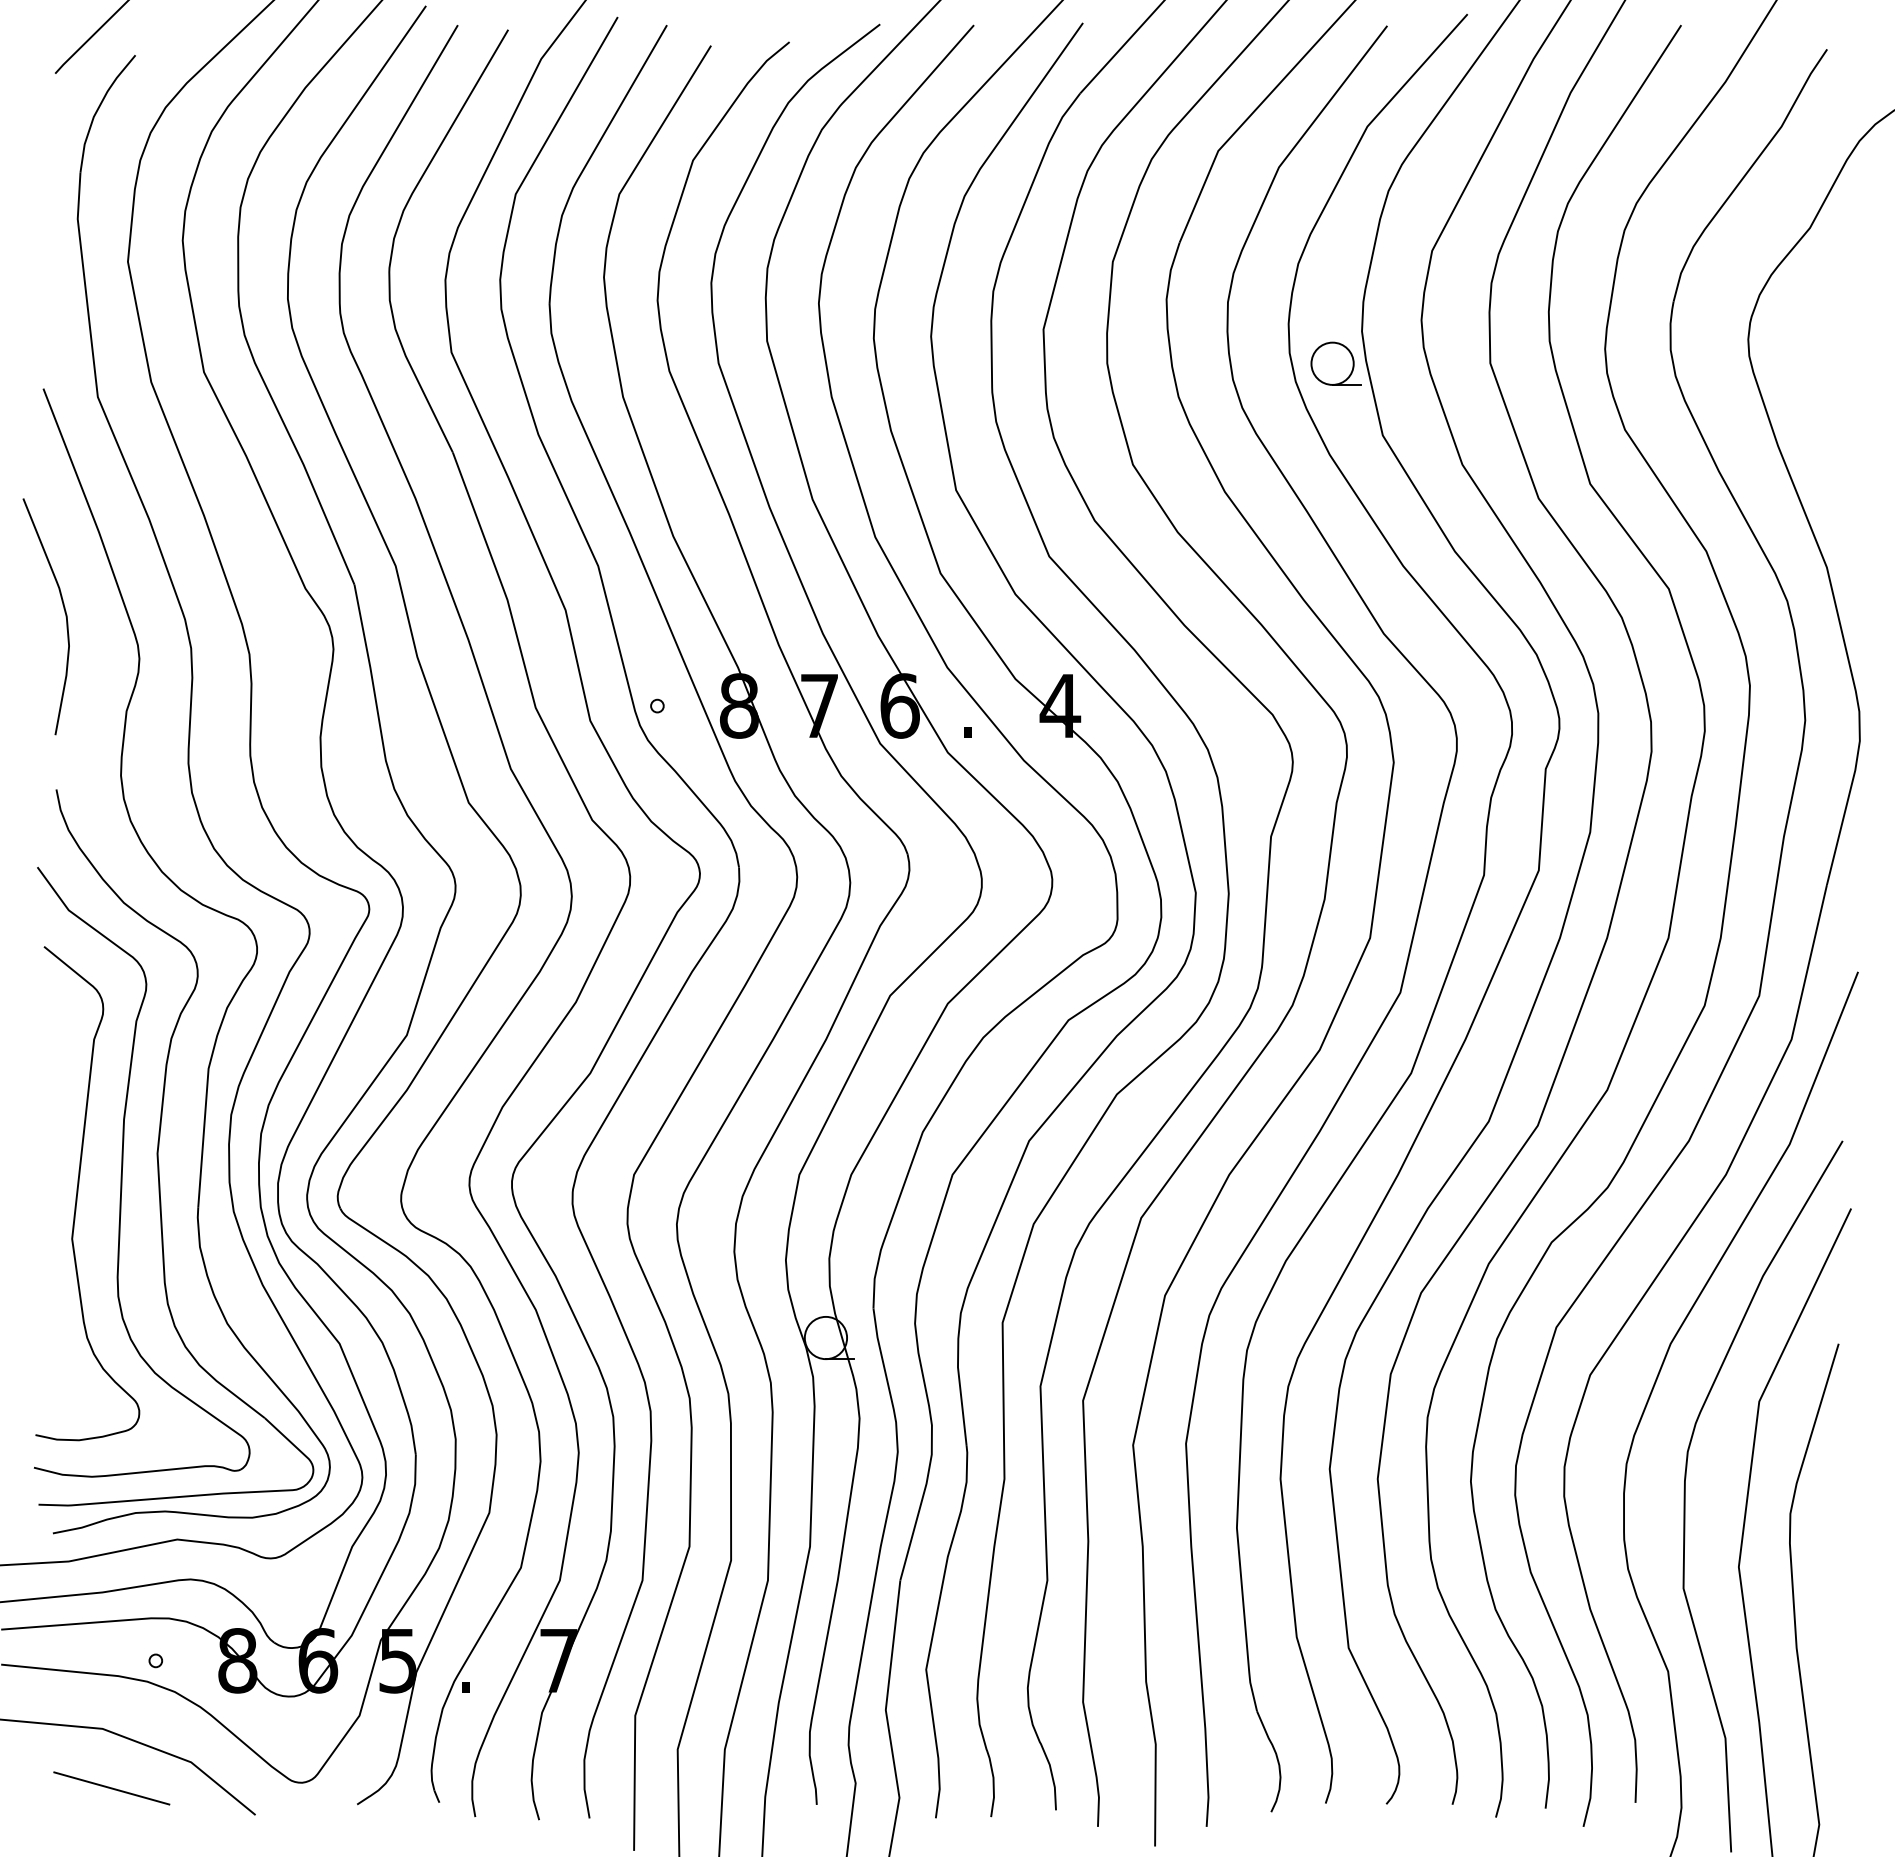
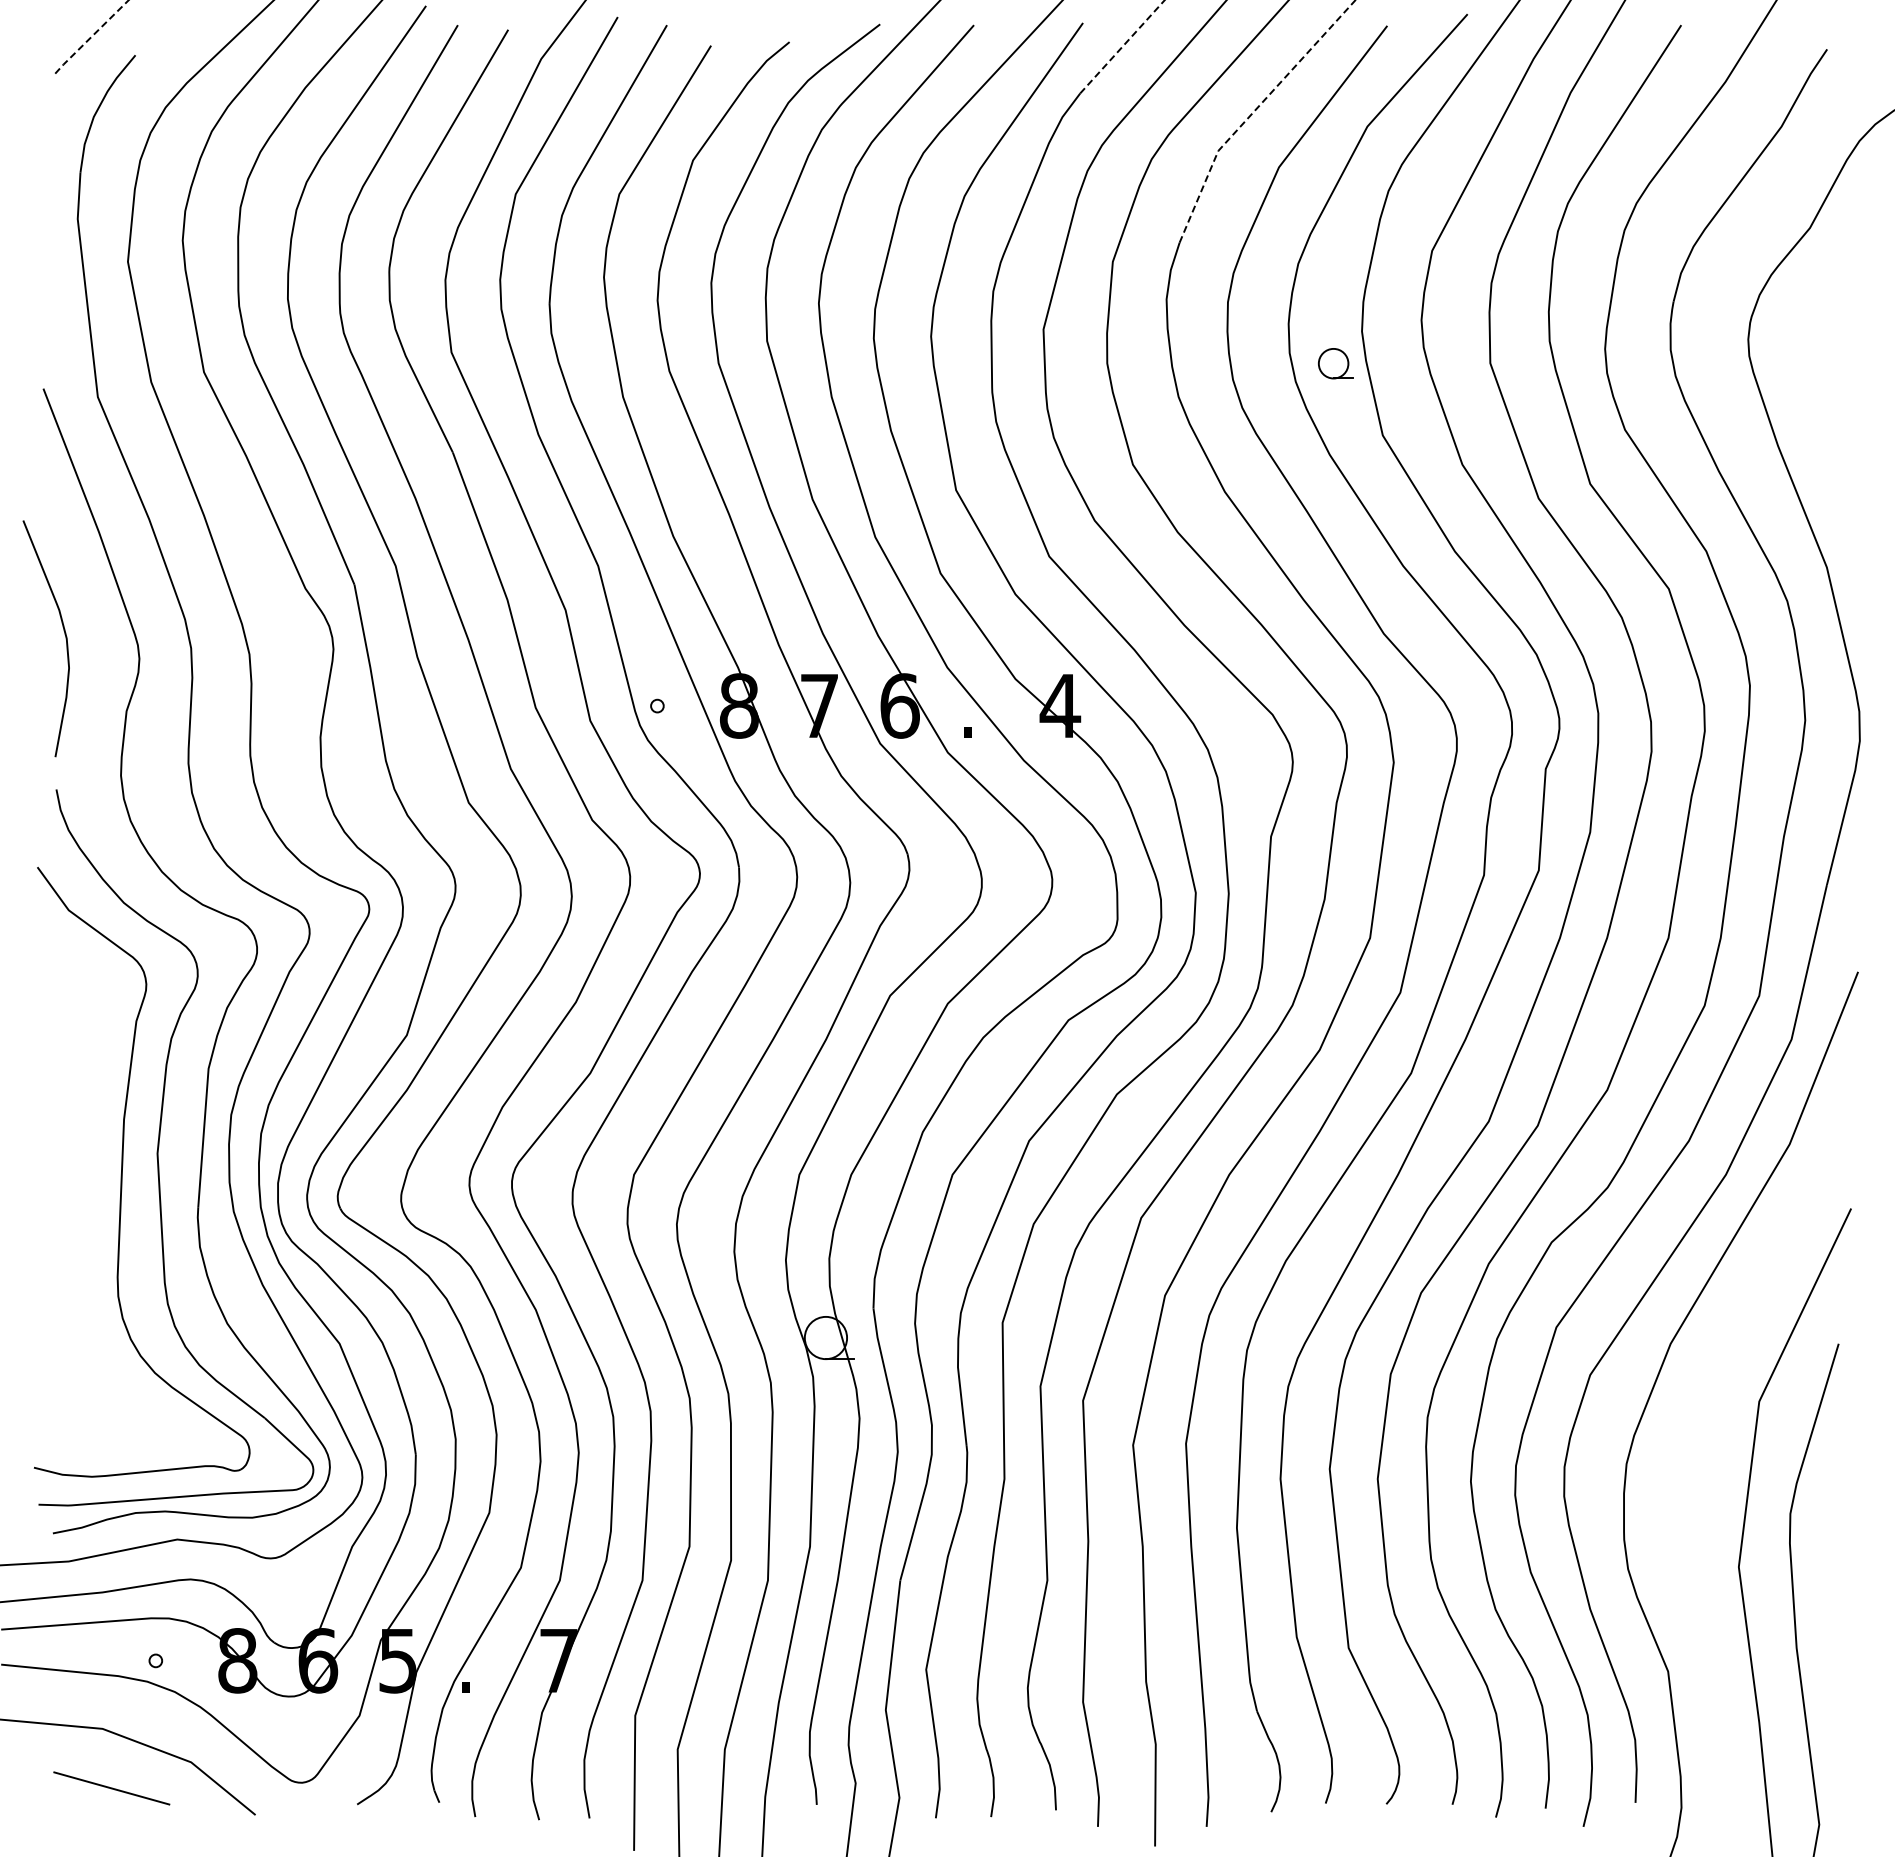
line at (91, 37): solid -> dashed
line at (1122, 46): solid -> dashed
line at (1253, 112): solid -> dashed
part at (1335, 363) size: 52x45 px -> 36x32 px
curve at (64, 612) position: (64, 612) -> (64, 634)
curve at (78, 1193): present -> none
curve at (1685, 1496): present -> none
